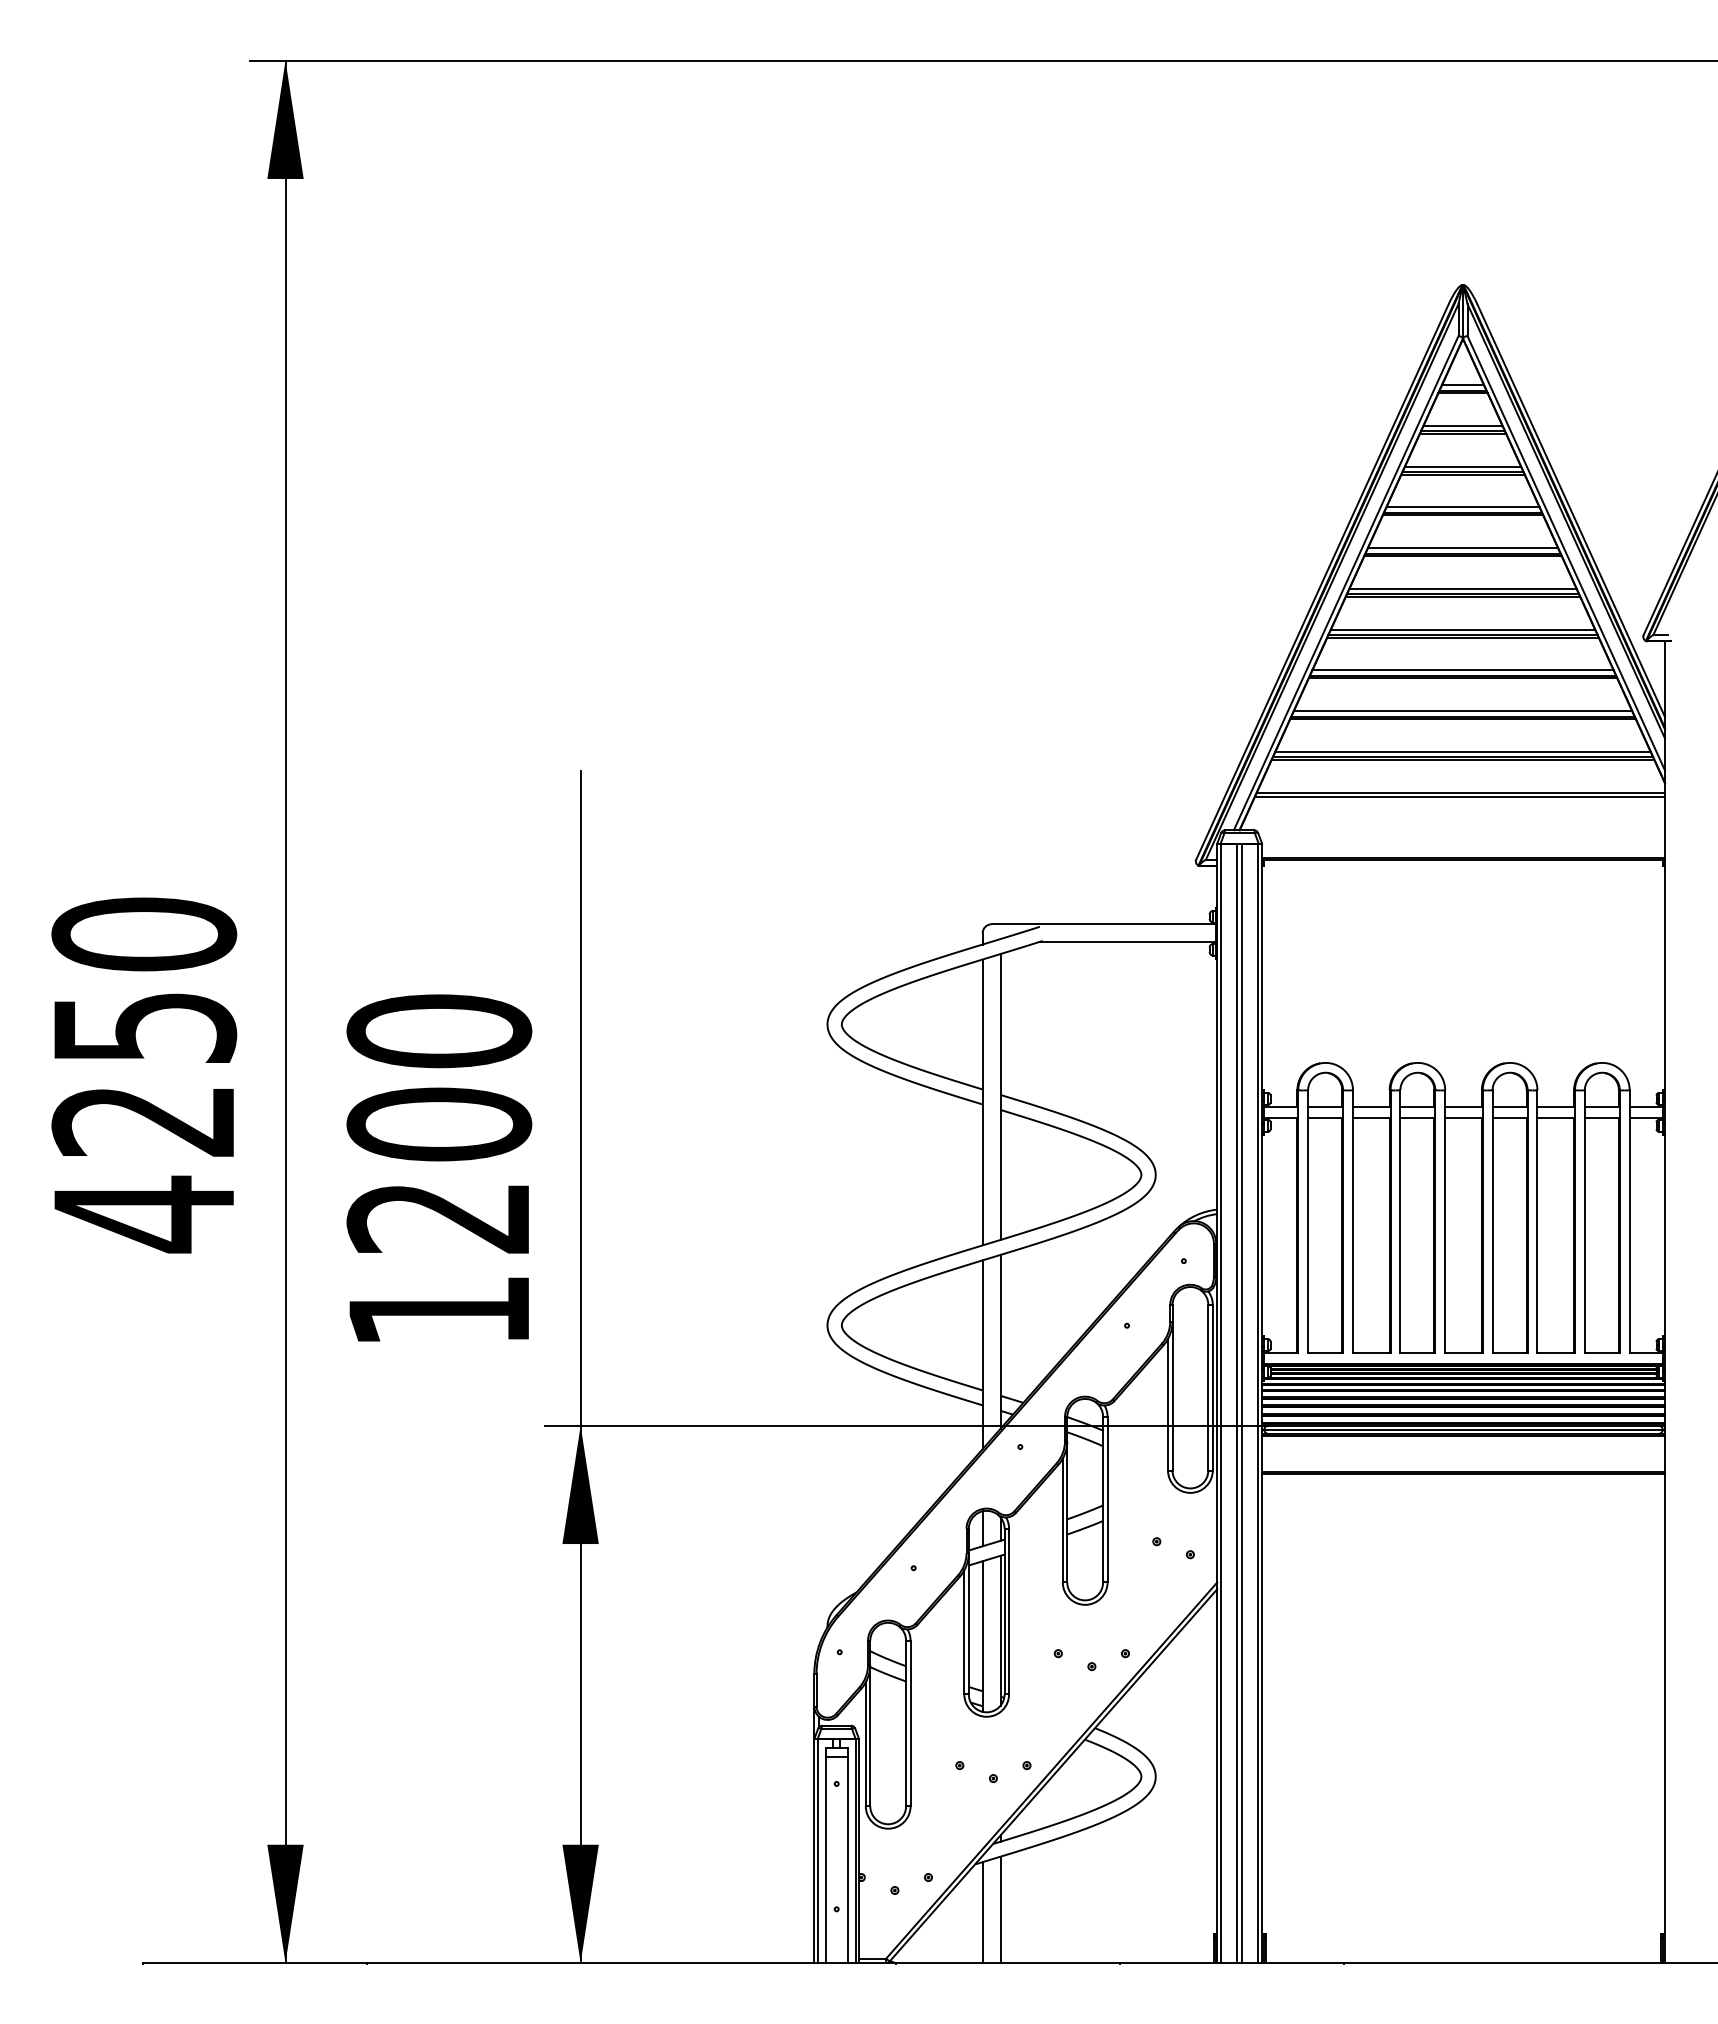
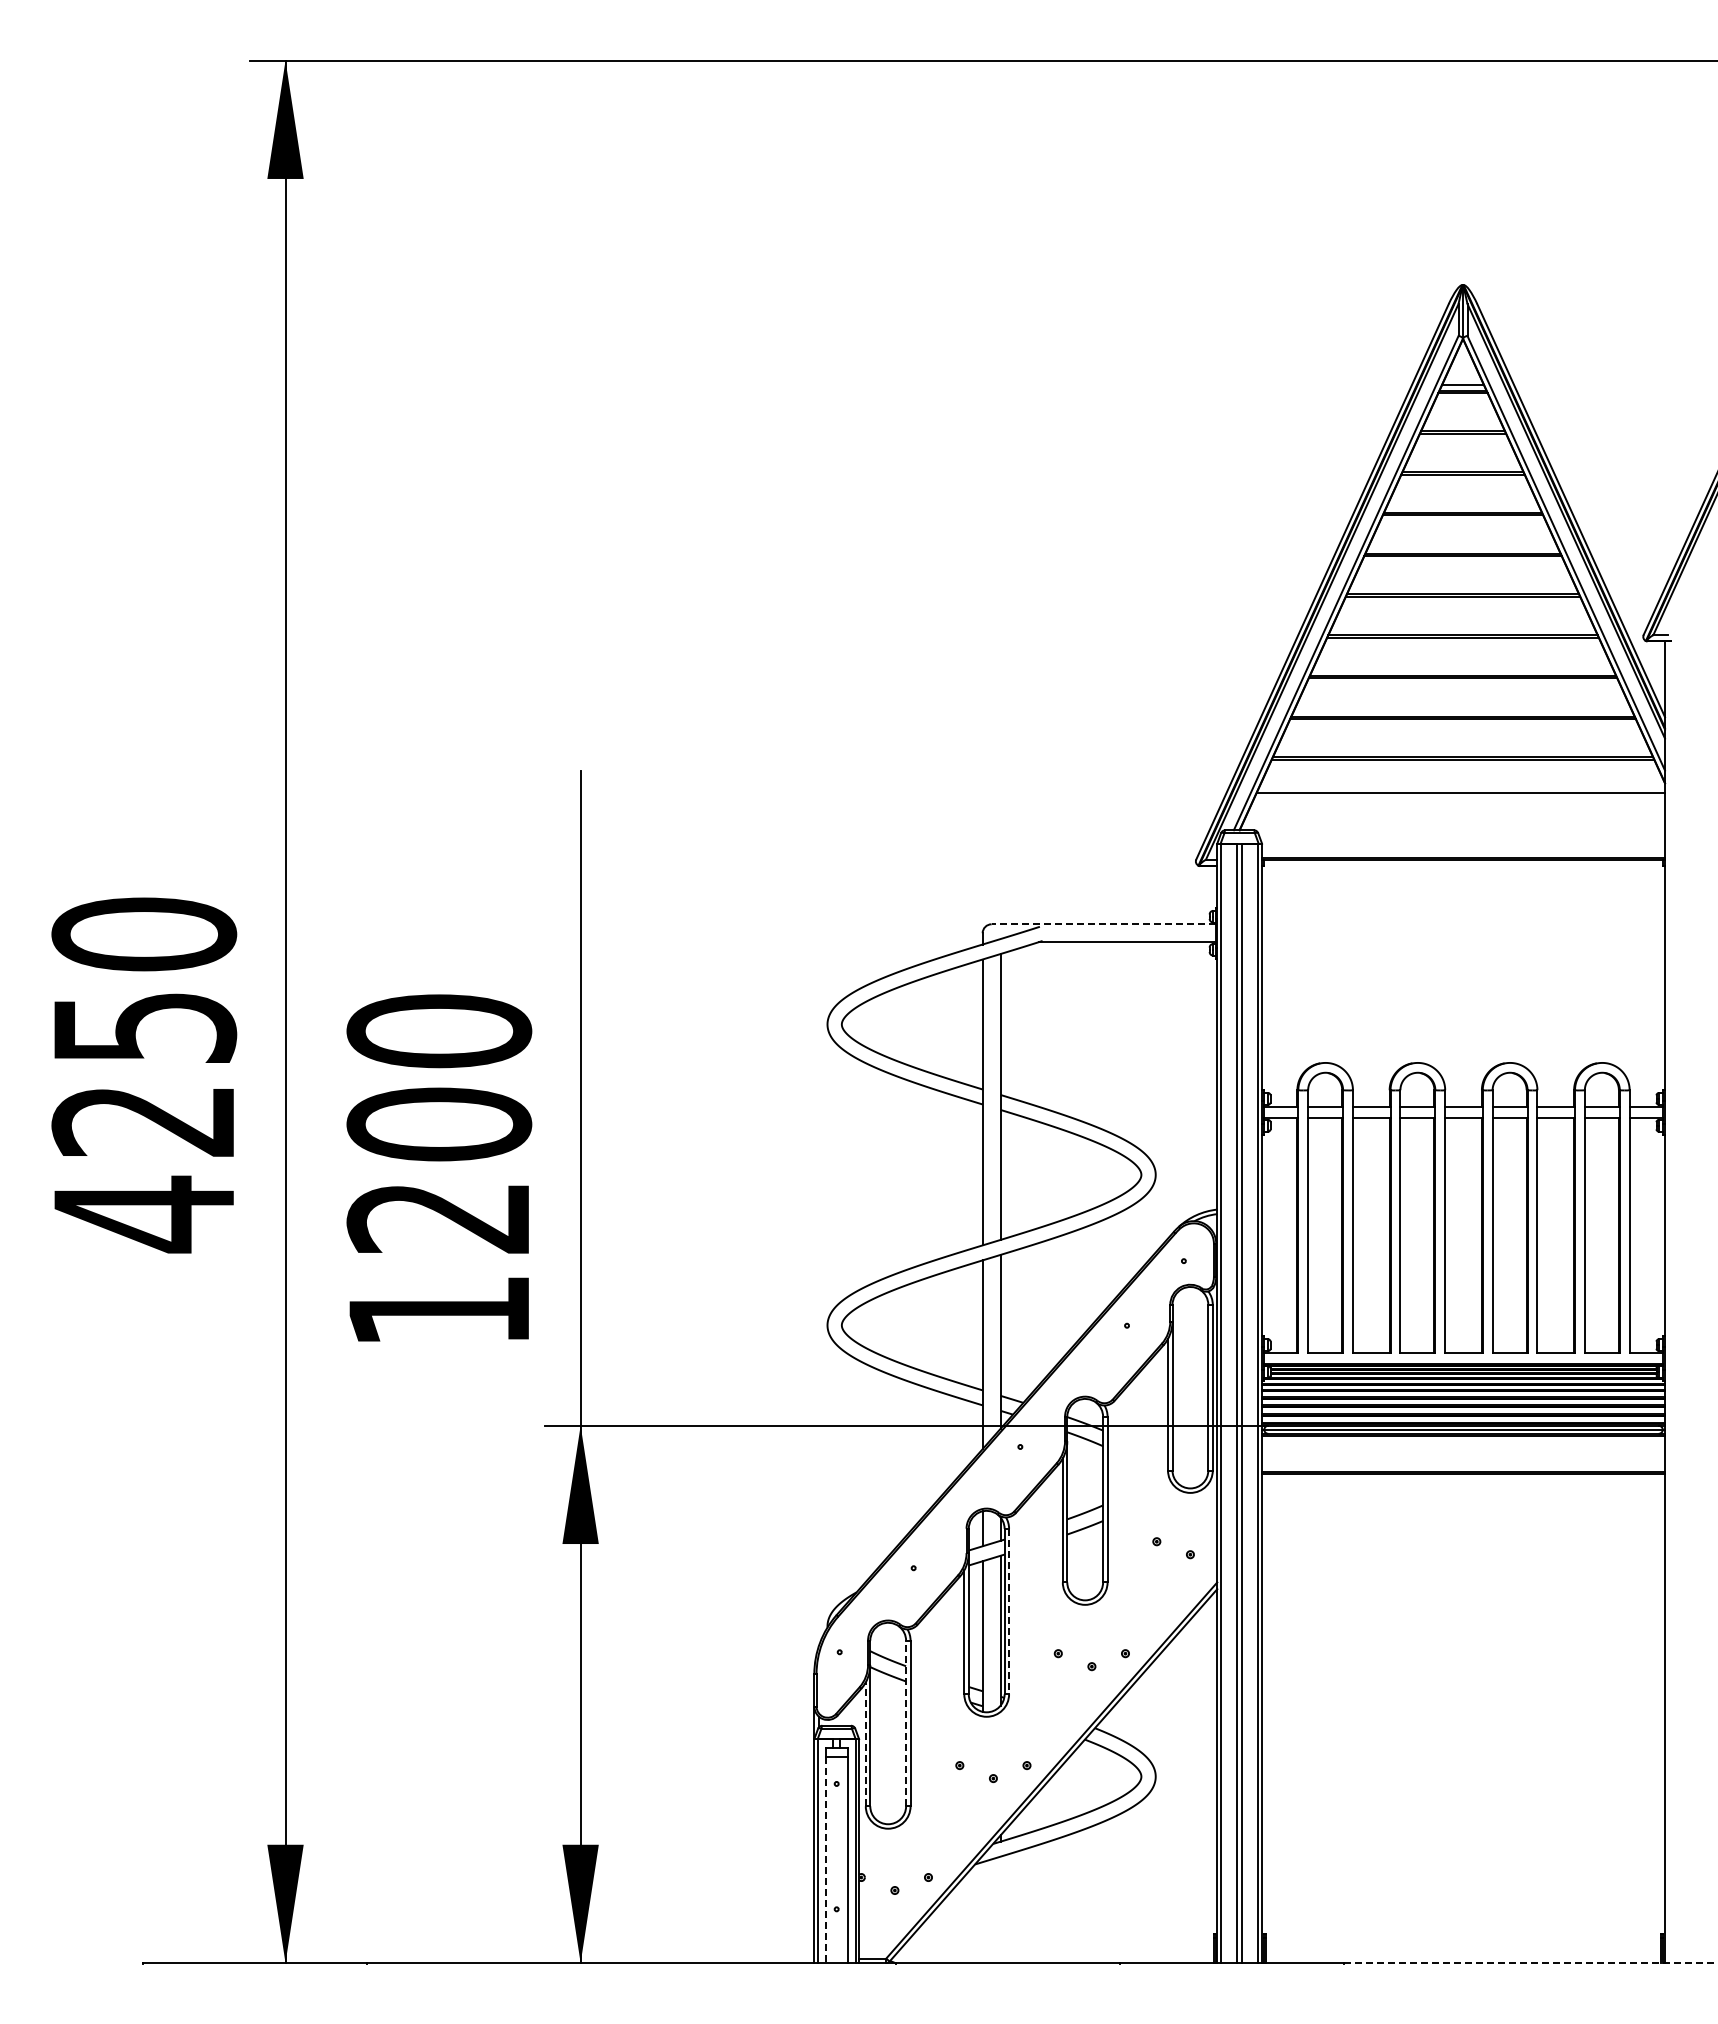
line at (1462, 425): present -> none
line at (1462, 466): present -> none
line at (1462, 507): present -> none
line at (1463, 548): present -> none
line at (1462, 588): present -> none
line at (1462, 629): present -> none
line at (1462, 670): present -> none
line at (1462, 711): present -> none
line at (1462, 751): present -> none
line at (1460, 796): present -> none
line at (1103, 924): solid -> dashed
line at (1009, 1611): solid -> dashed
line at (906, 1723): solid -> dashed
line at (865, 1744): solid -> dashed
line at (825, 1860): solid -> dashed
line at (1000, 1909): present -> none
line at (982, 1912): present -> none
line at (1530, 1963): solid -> dashed
